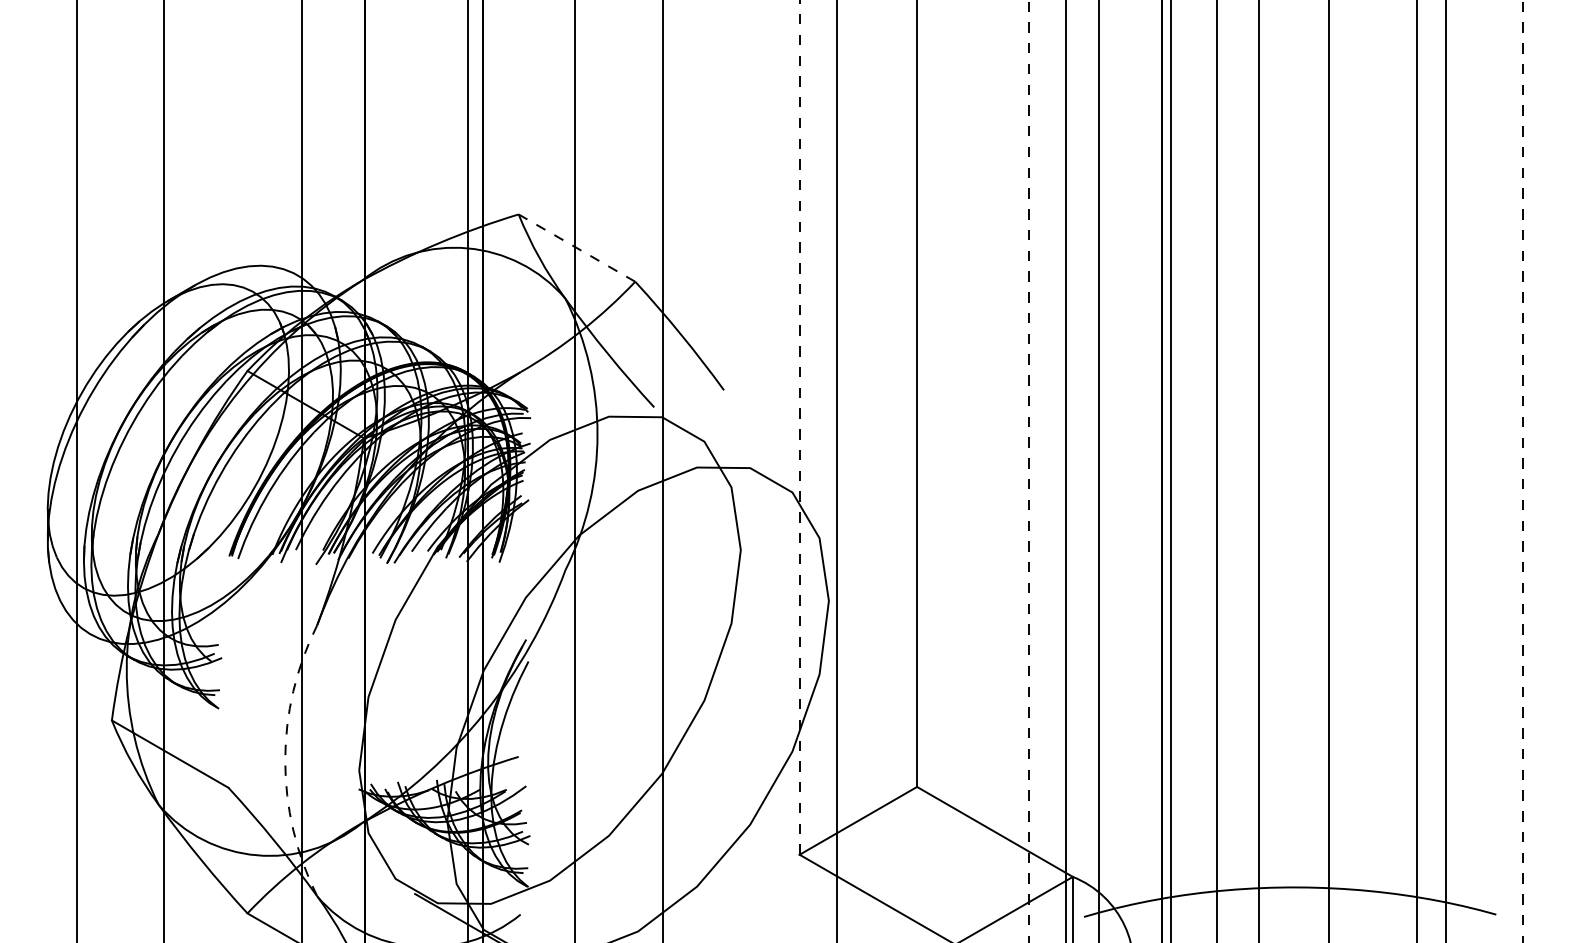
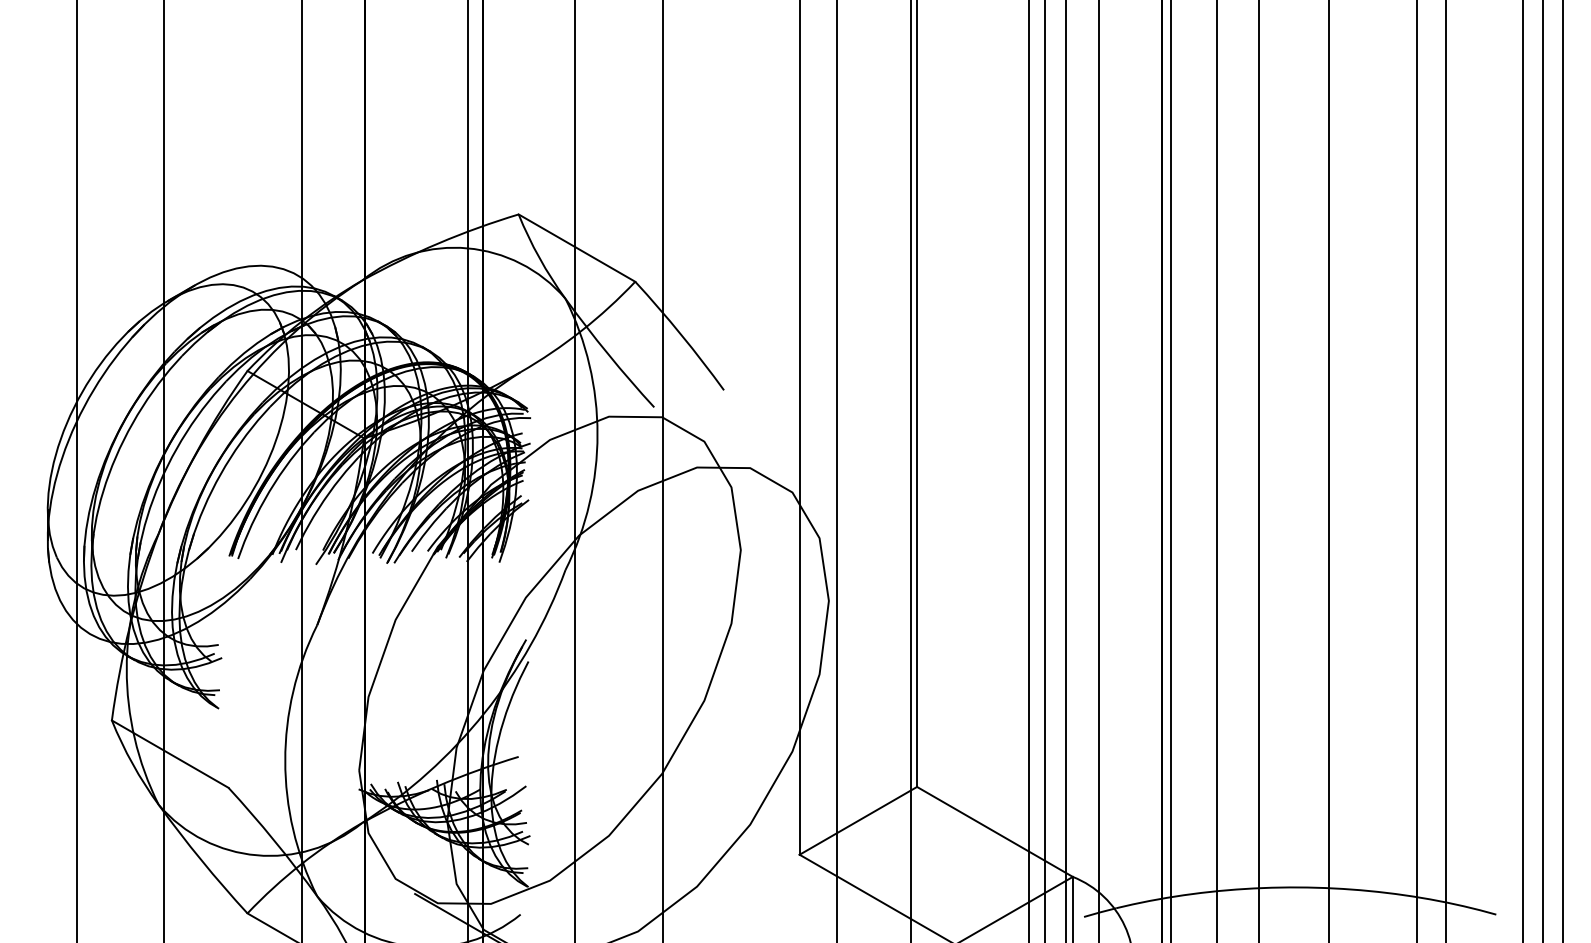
line at (576, 247): dashed -> solid
line at (799, 426): dashed -> solid
line at (911, 470): none -> present
line at (1028, 470): dashed -> solid
line at (1045, 470): none -> present
line at (1543, 470): none -> present
line at (1562, 470): none -> present
line at (1522, 471): dashed -> solid
arc at (285, 760): dashed -> solid
